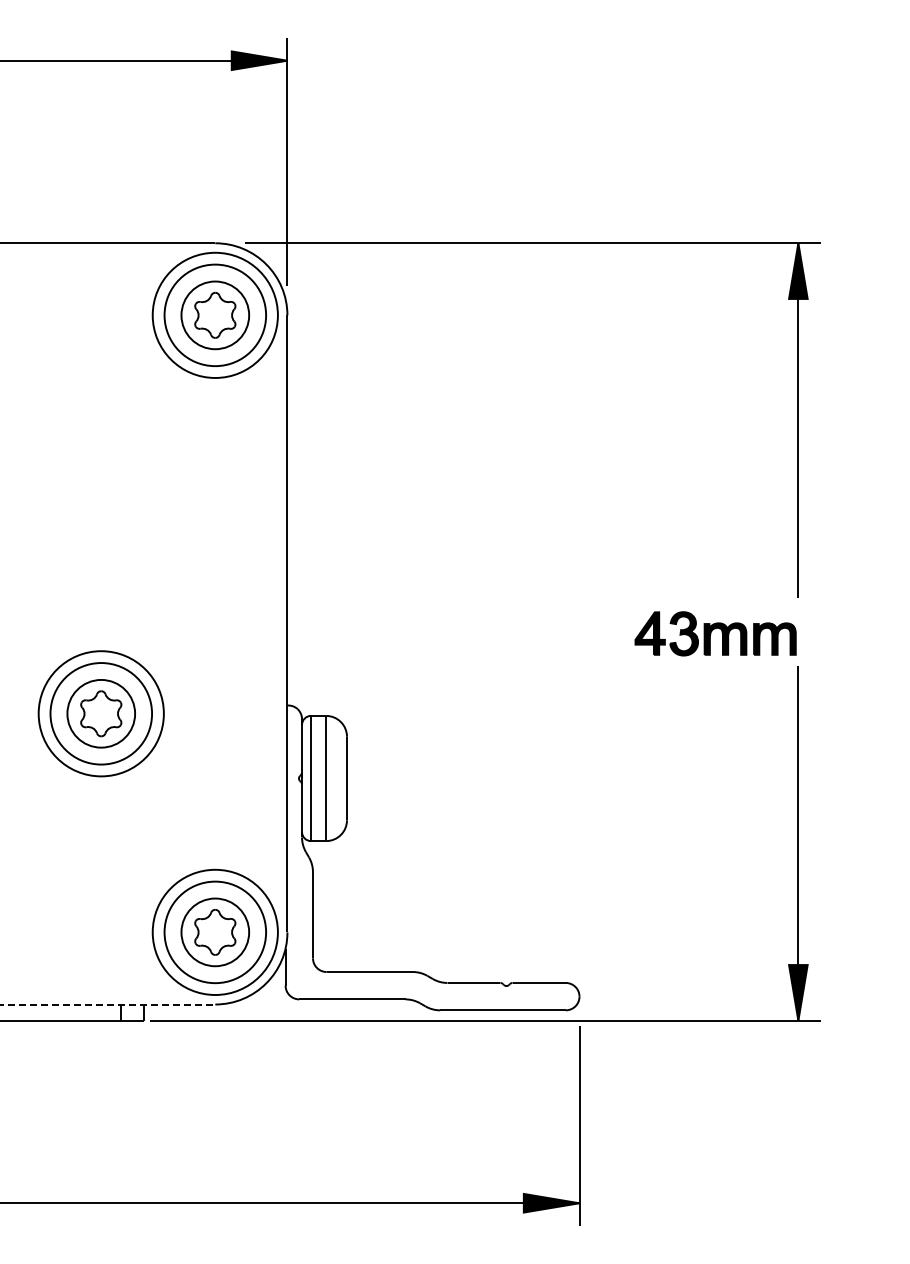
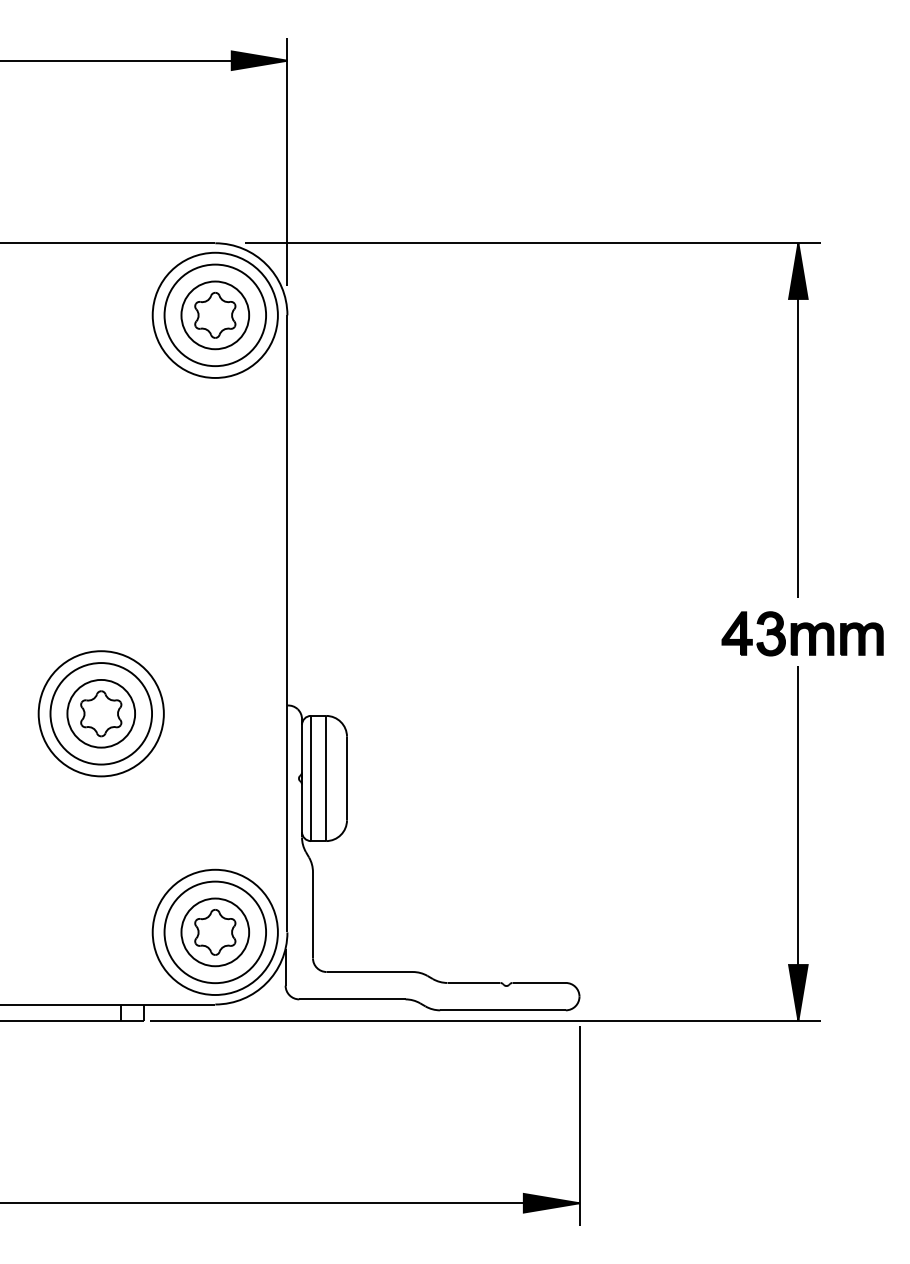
part at (715, 633) position: (715, 633) -> (802, 633)
line at (108, 1004): dashed -> solid
